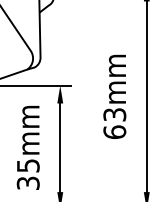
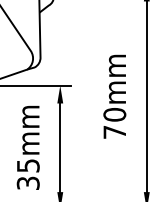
text at (114, 123): 63mm -> 70mm
